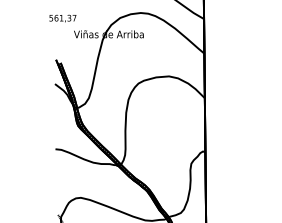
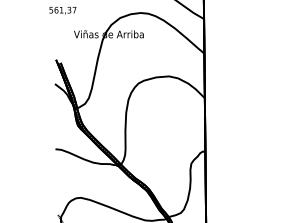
text at (62, 18) position: (62, 18) -> (62, 10)
